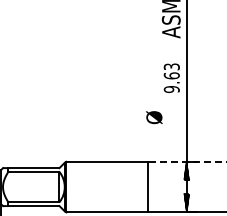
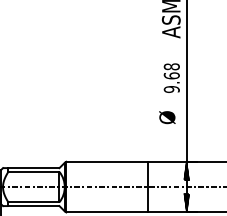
text at (171, 66): 9.63 -> 9.68
text at (154, 117) position: (154, 117) -> (167, 117)
line at (187, 161): dashed -> solid
line at (112, 187): none -> present
